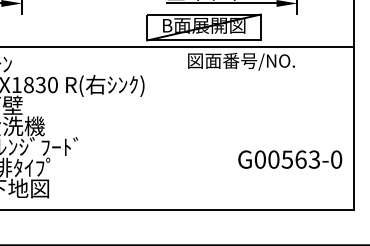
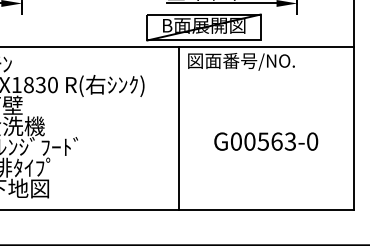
line at (178, 128): none -> present
text at (290, 159) position: (290, 159) -> (266, 141)
